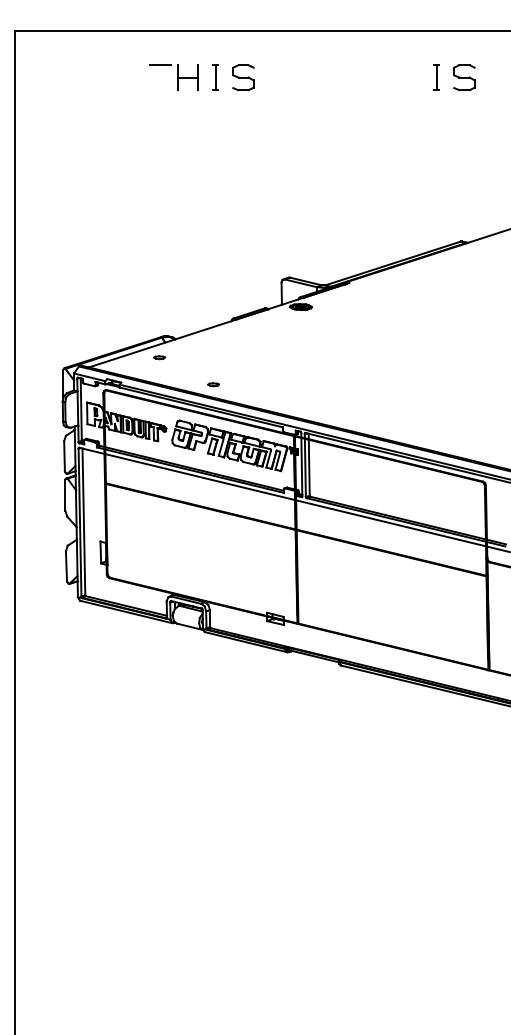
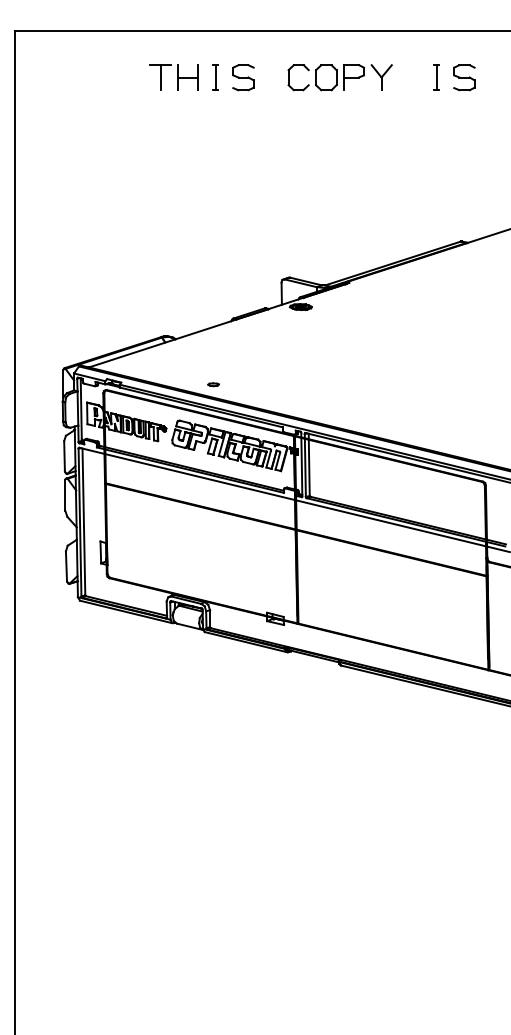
line at (160, 77): none -> present
part at (339, 77): none -> present
part at (159, 357): present -> none
